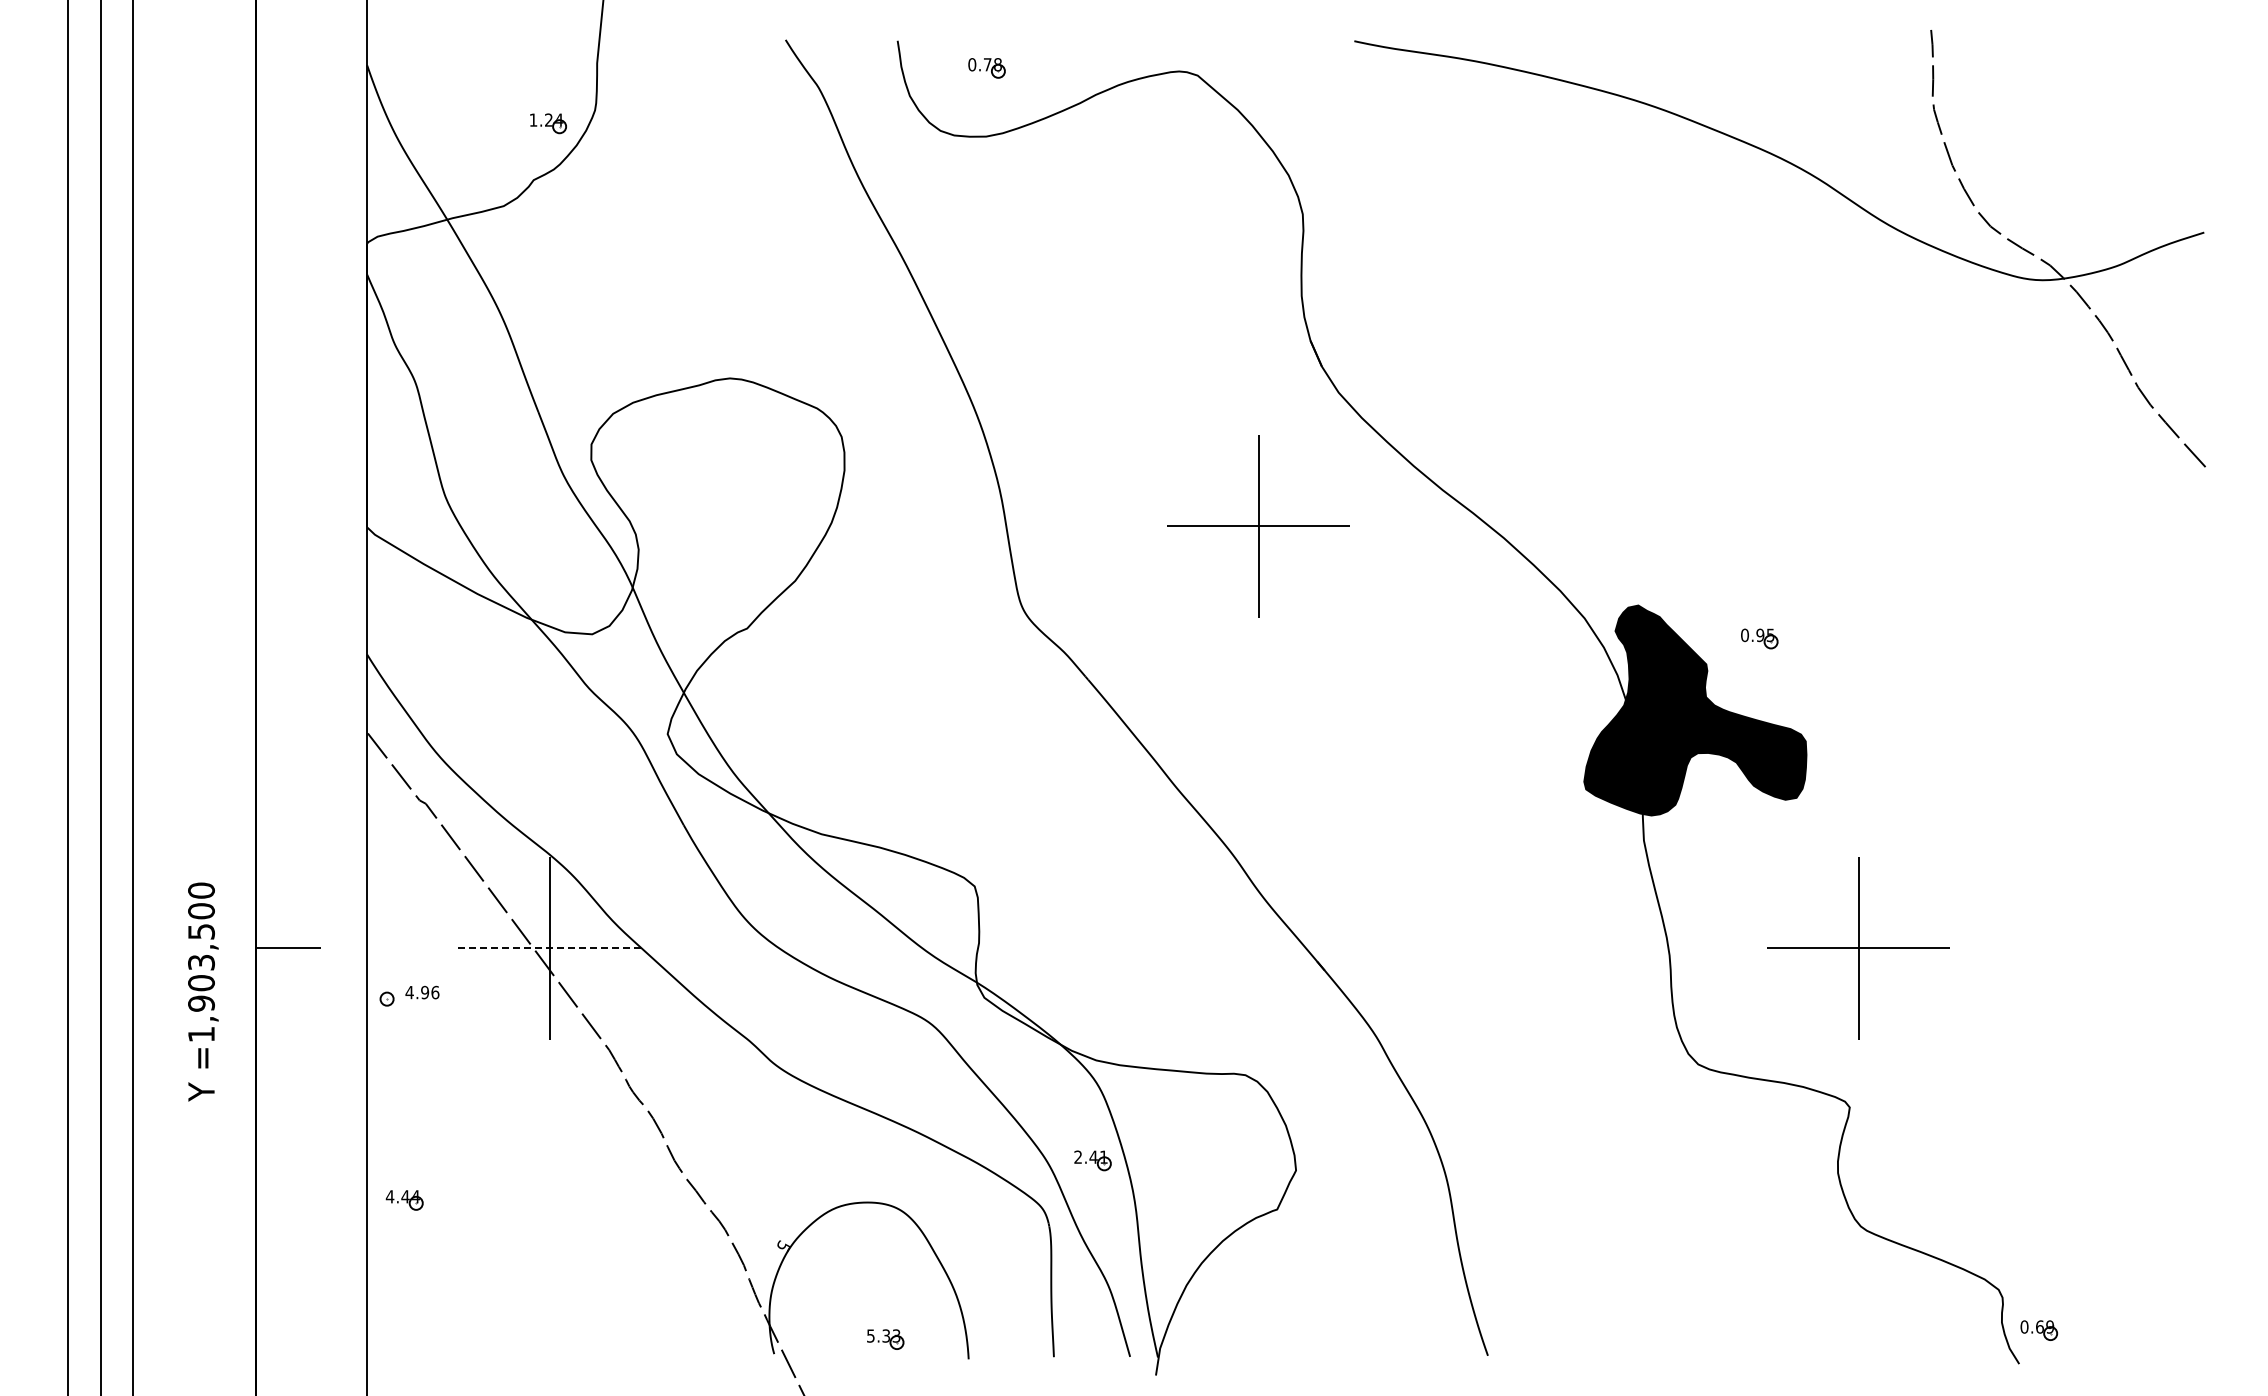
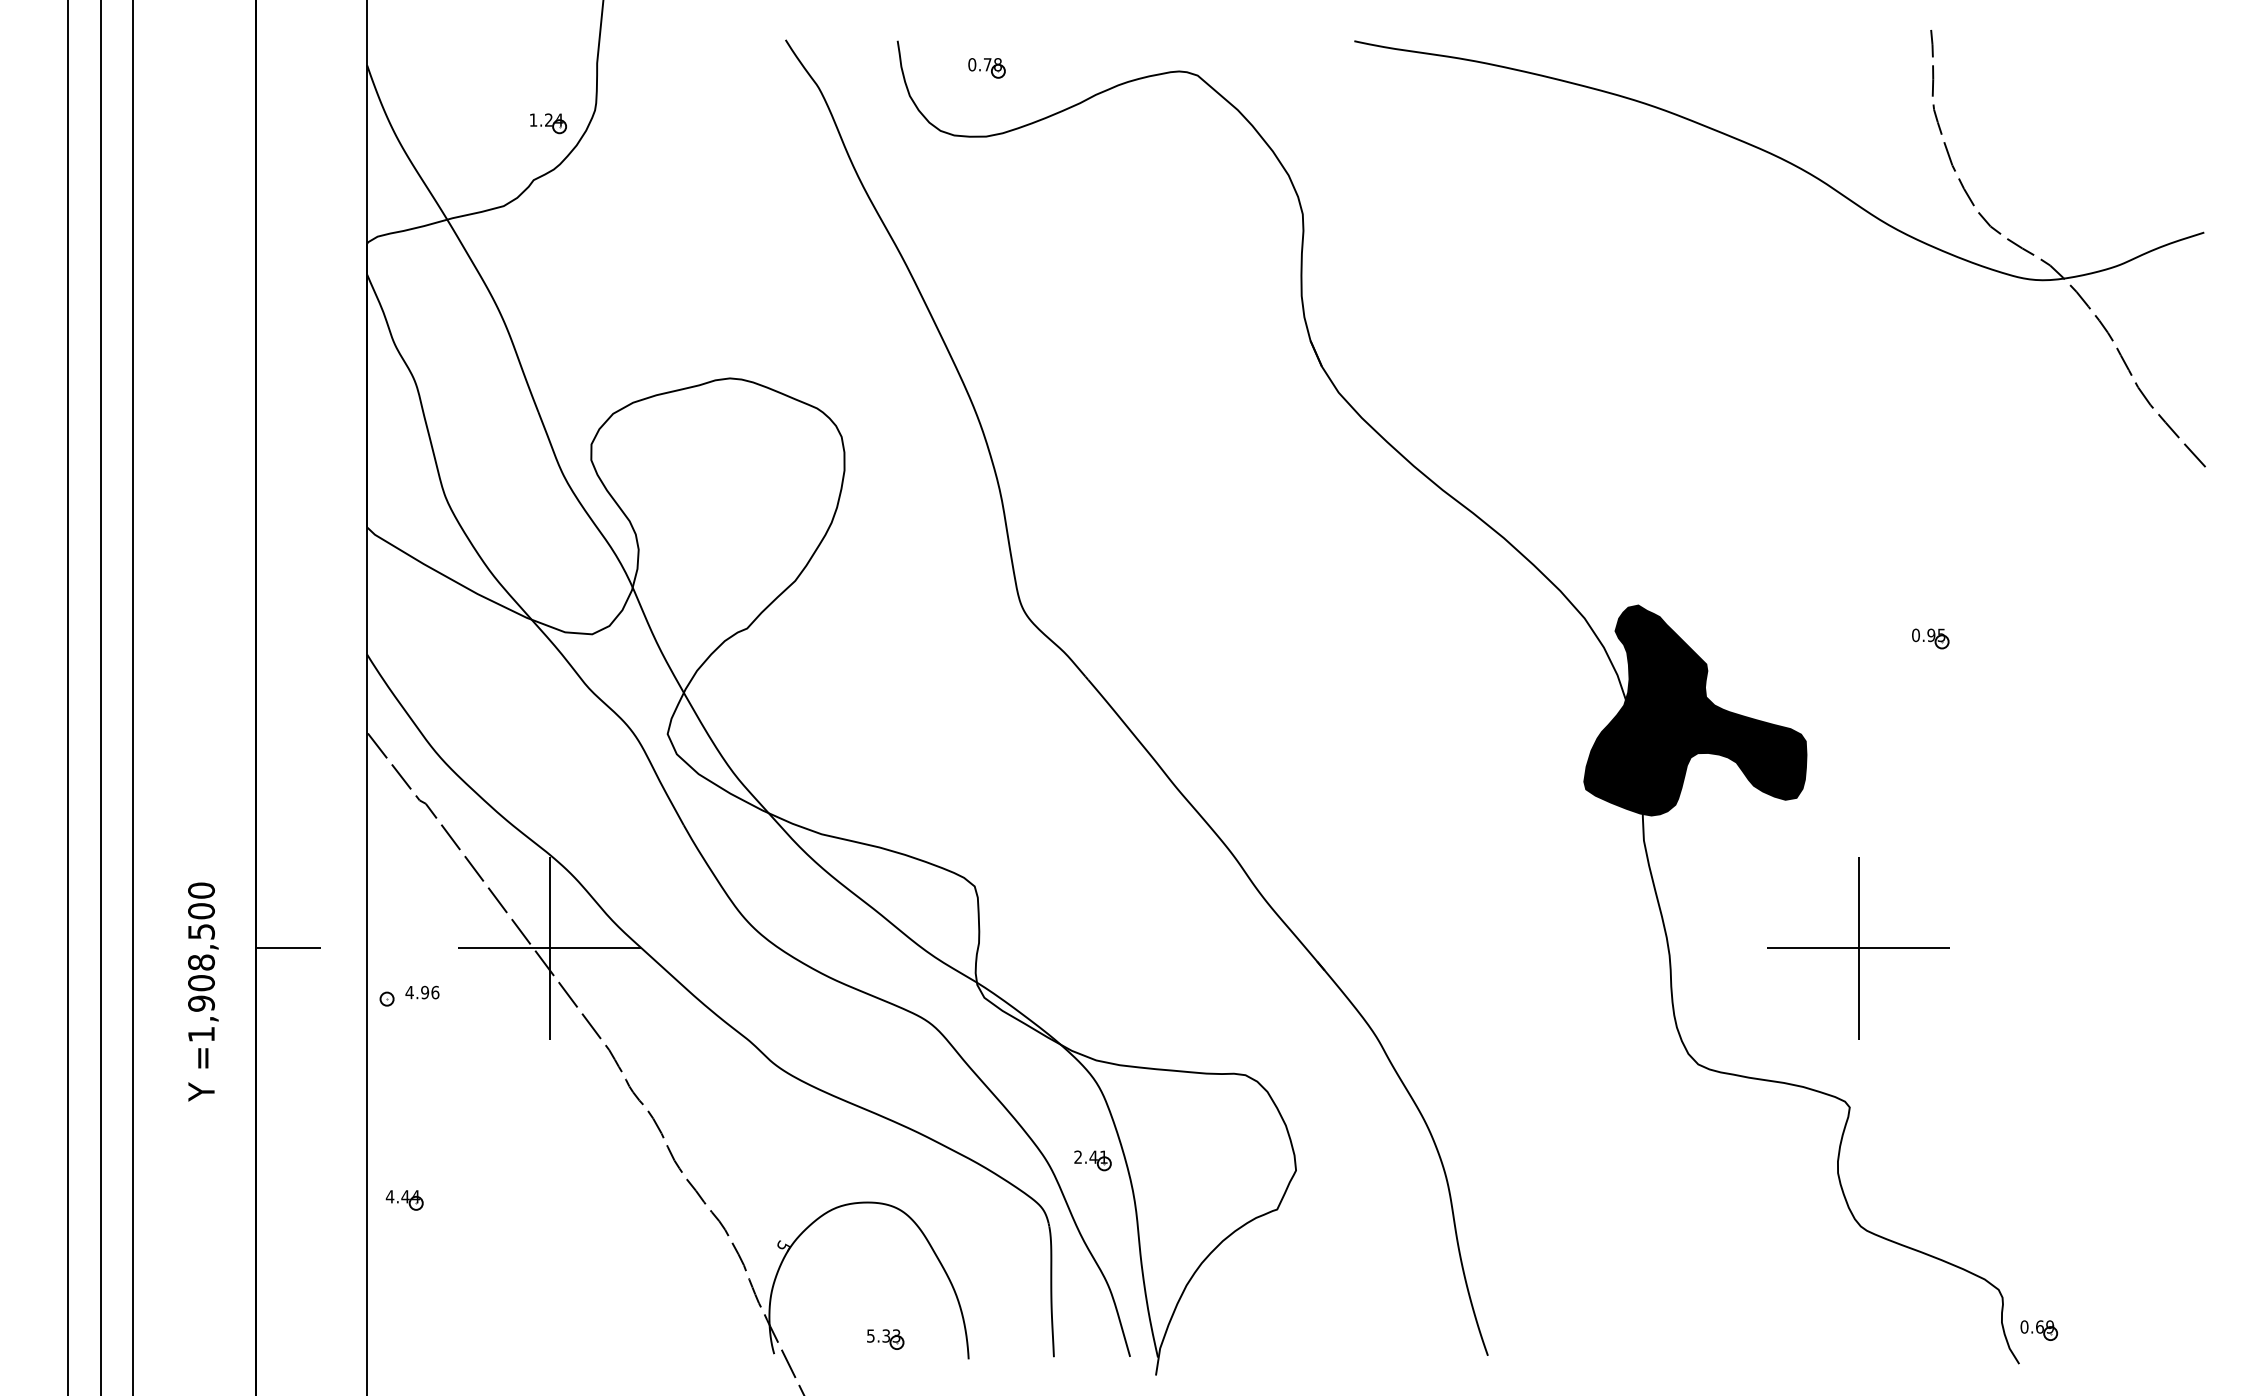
part at (1258, 526): present -> none
part at (1759, 638) position: (1759, 638) -> (1930, 638)
line at (549, 948): dashed -> solid
text at (201, 962): =1,903,500 -> =1,908,500
